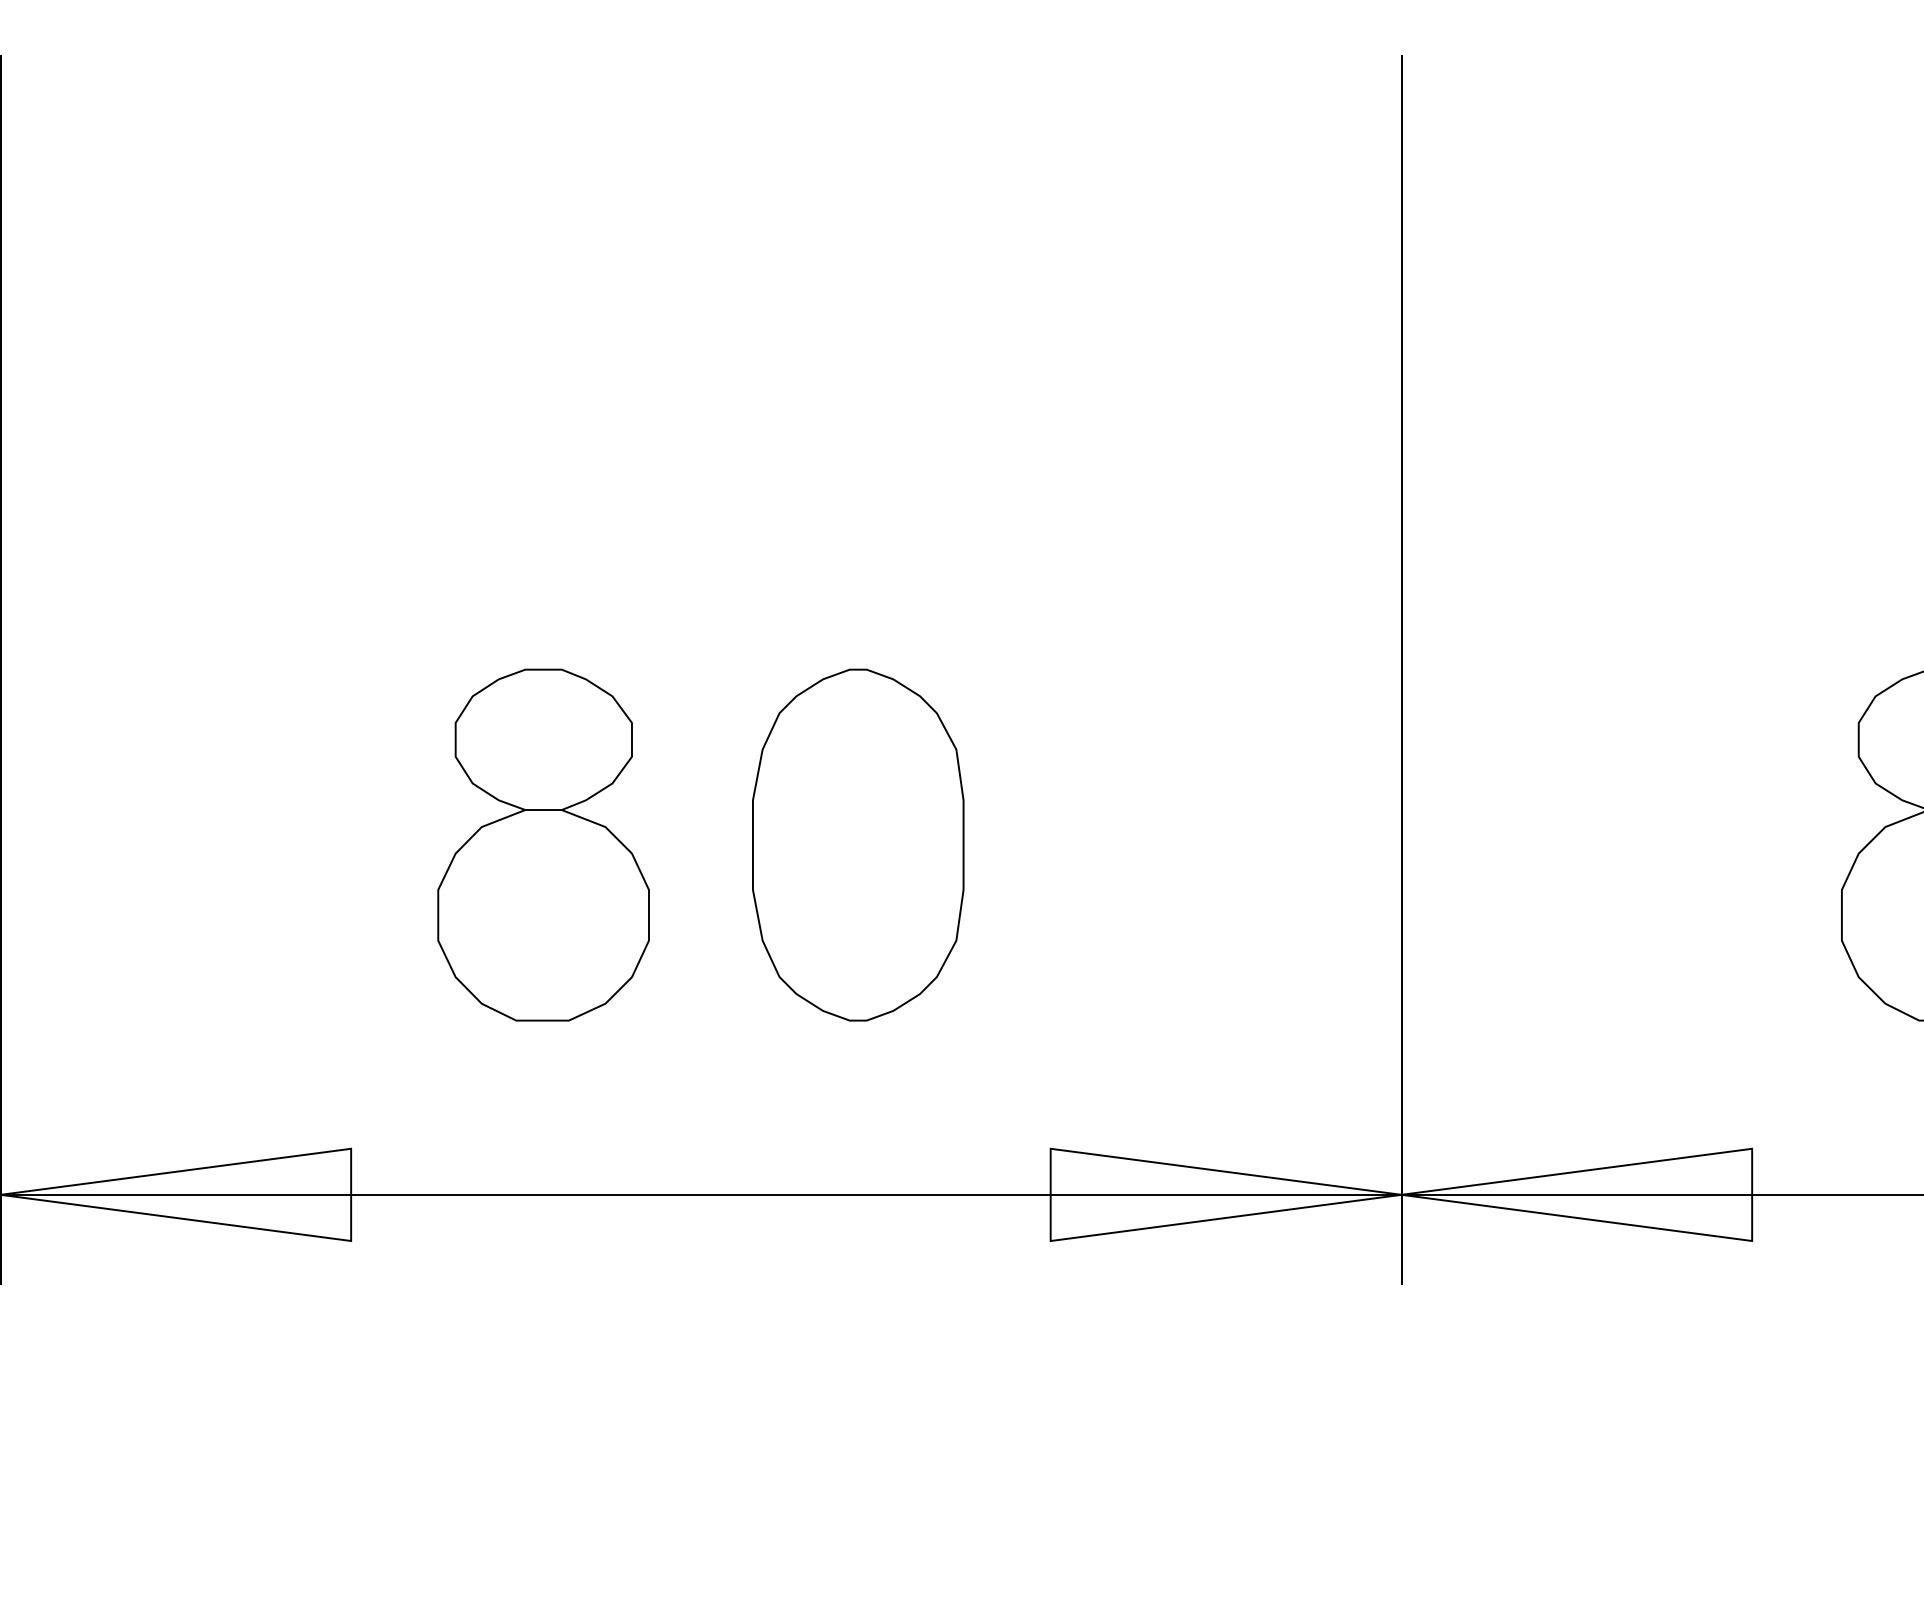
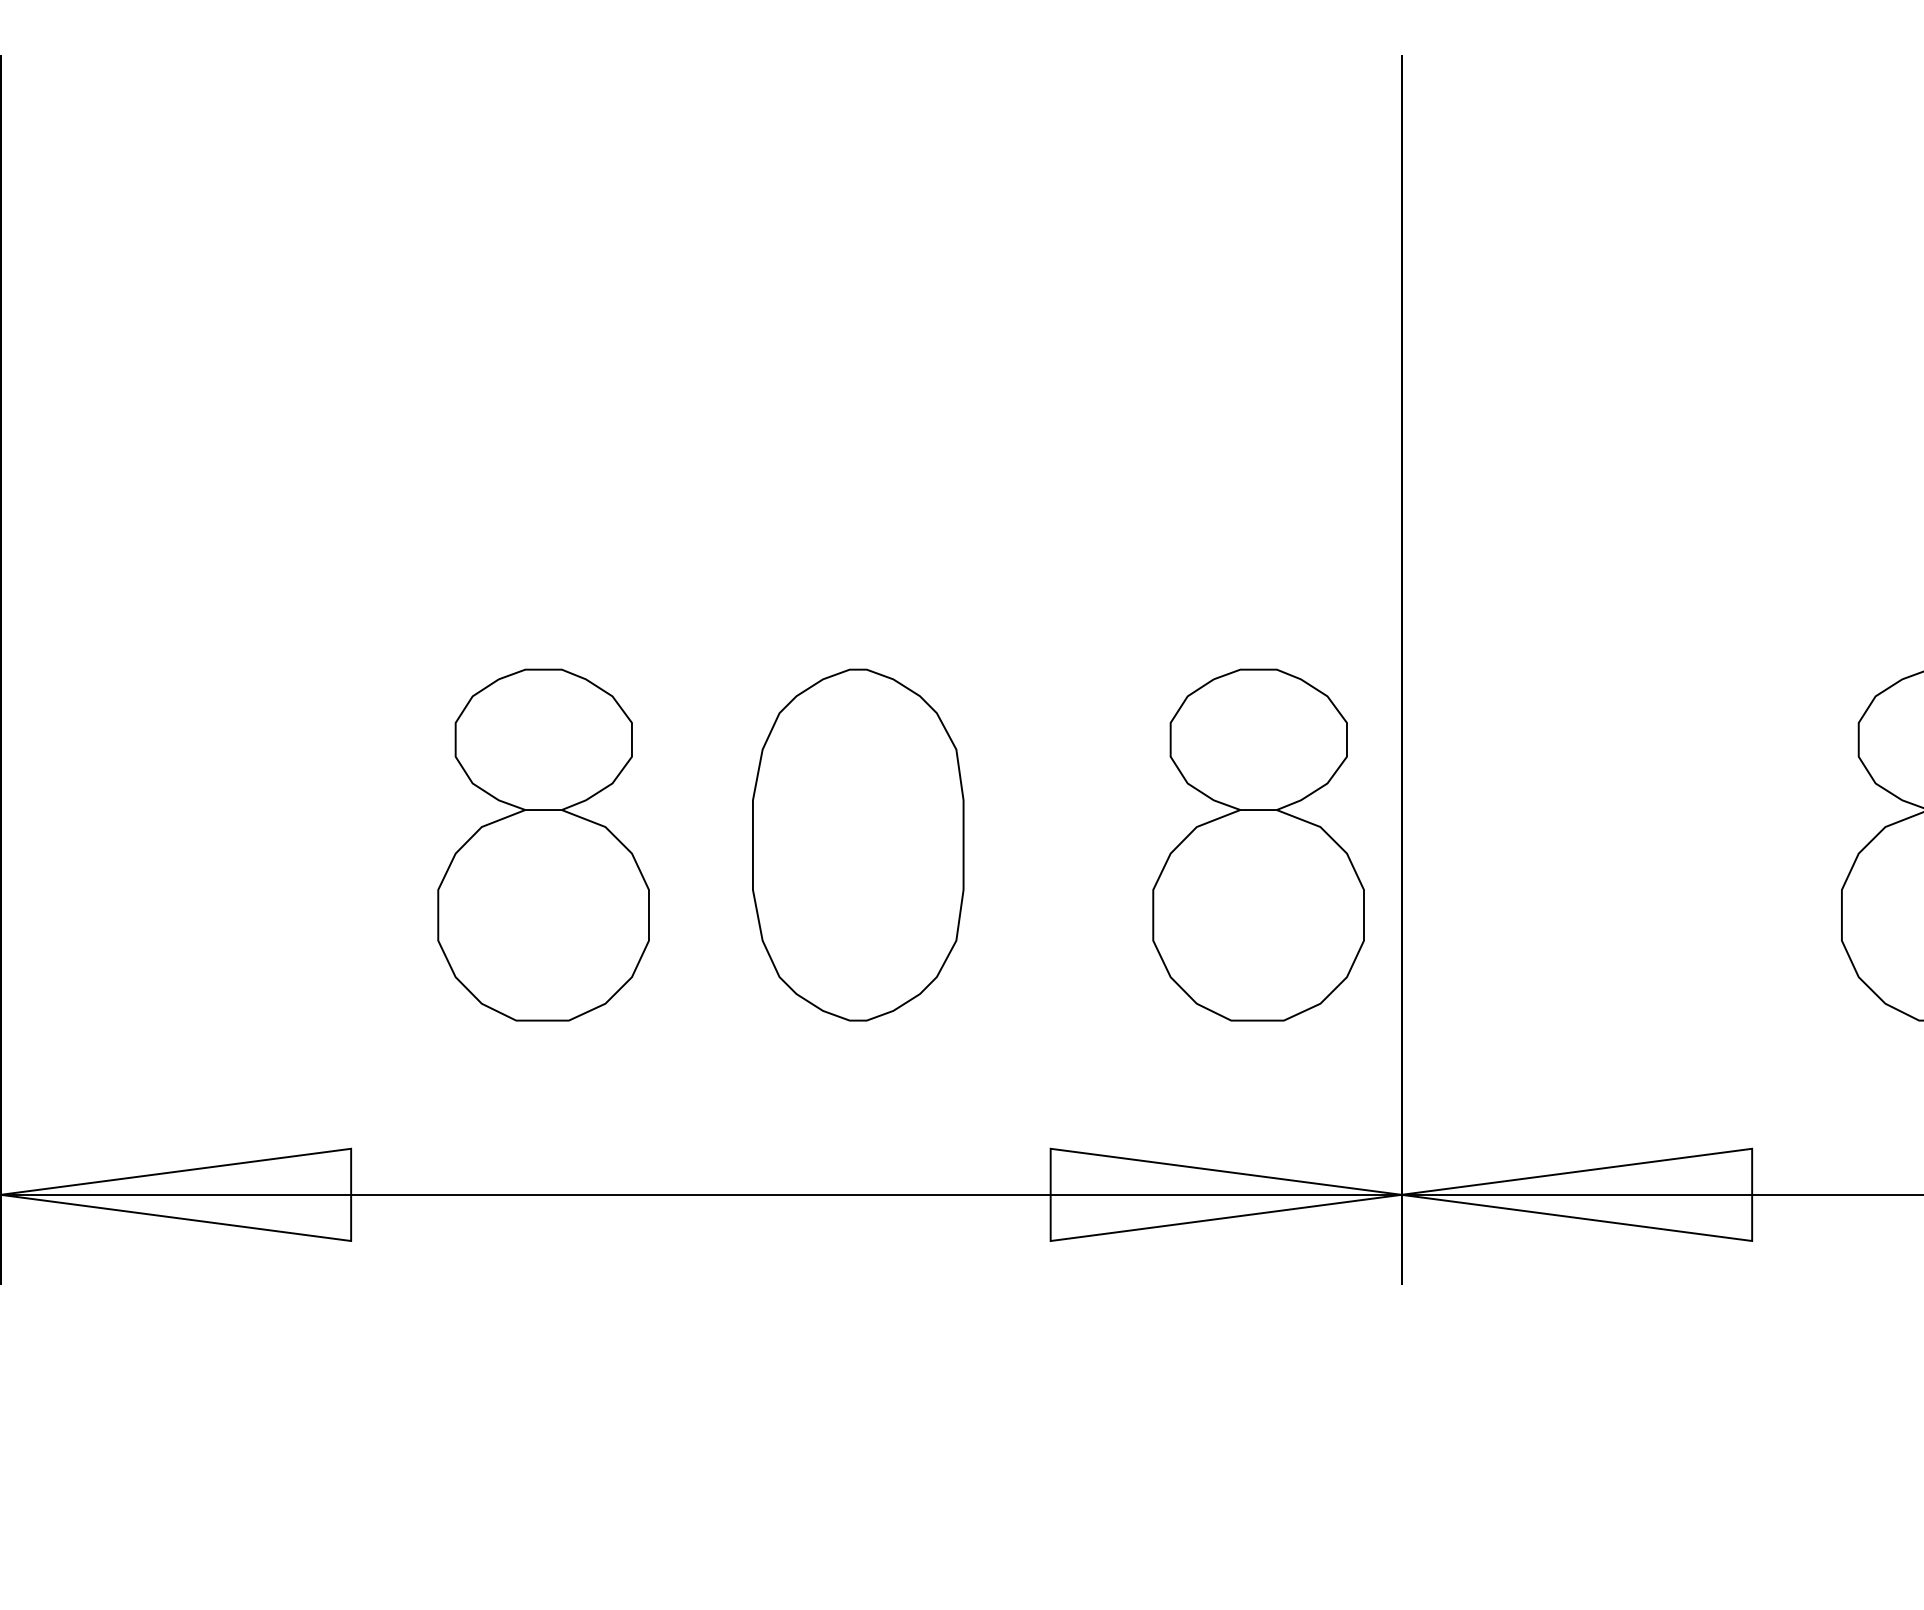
part at (1258, 844): none -> present
